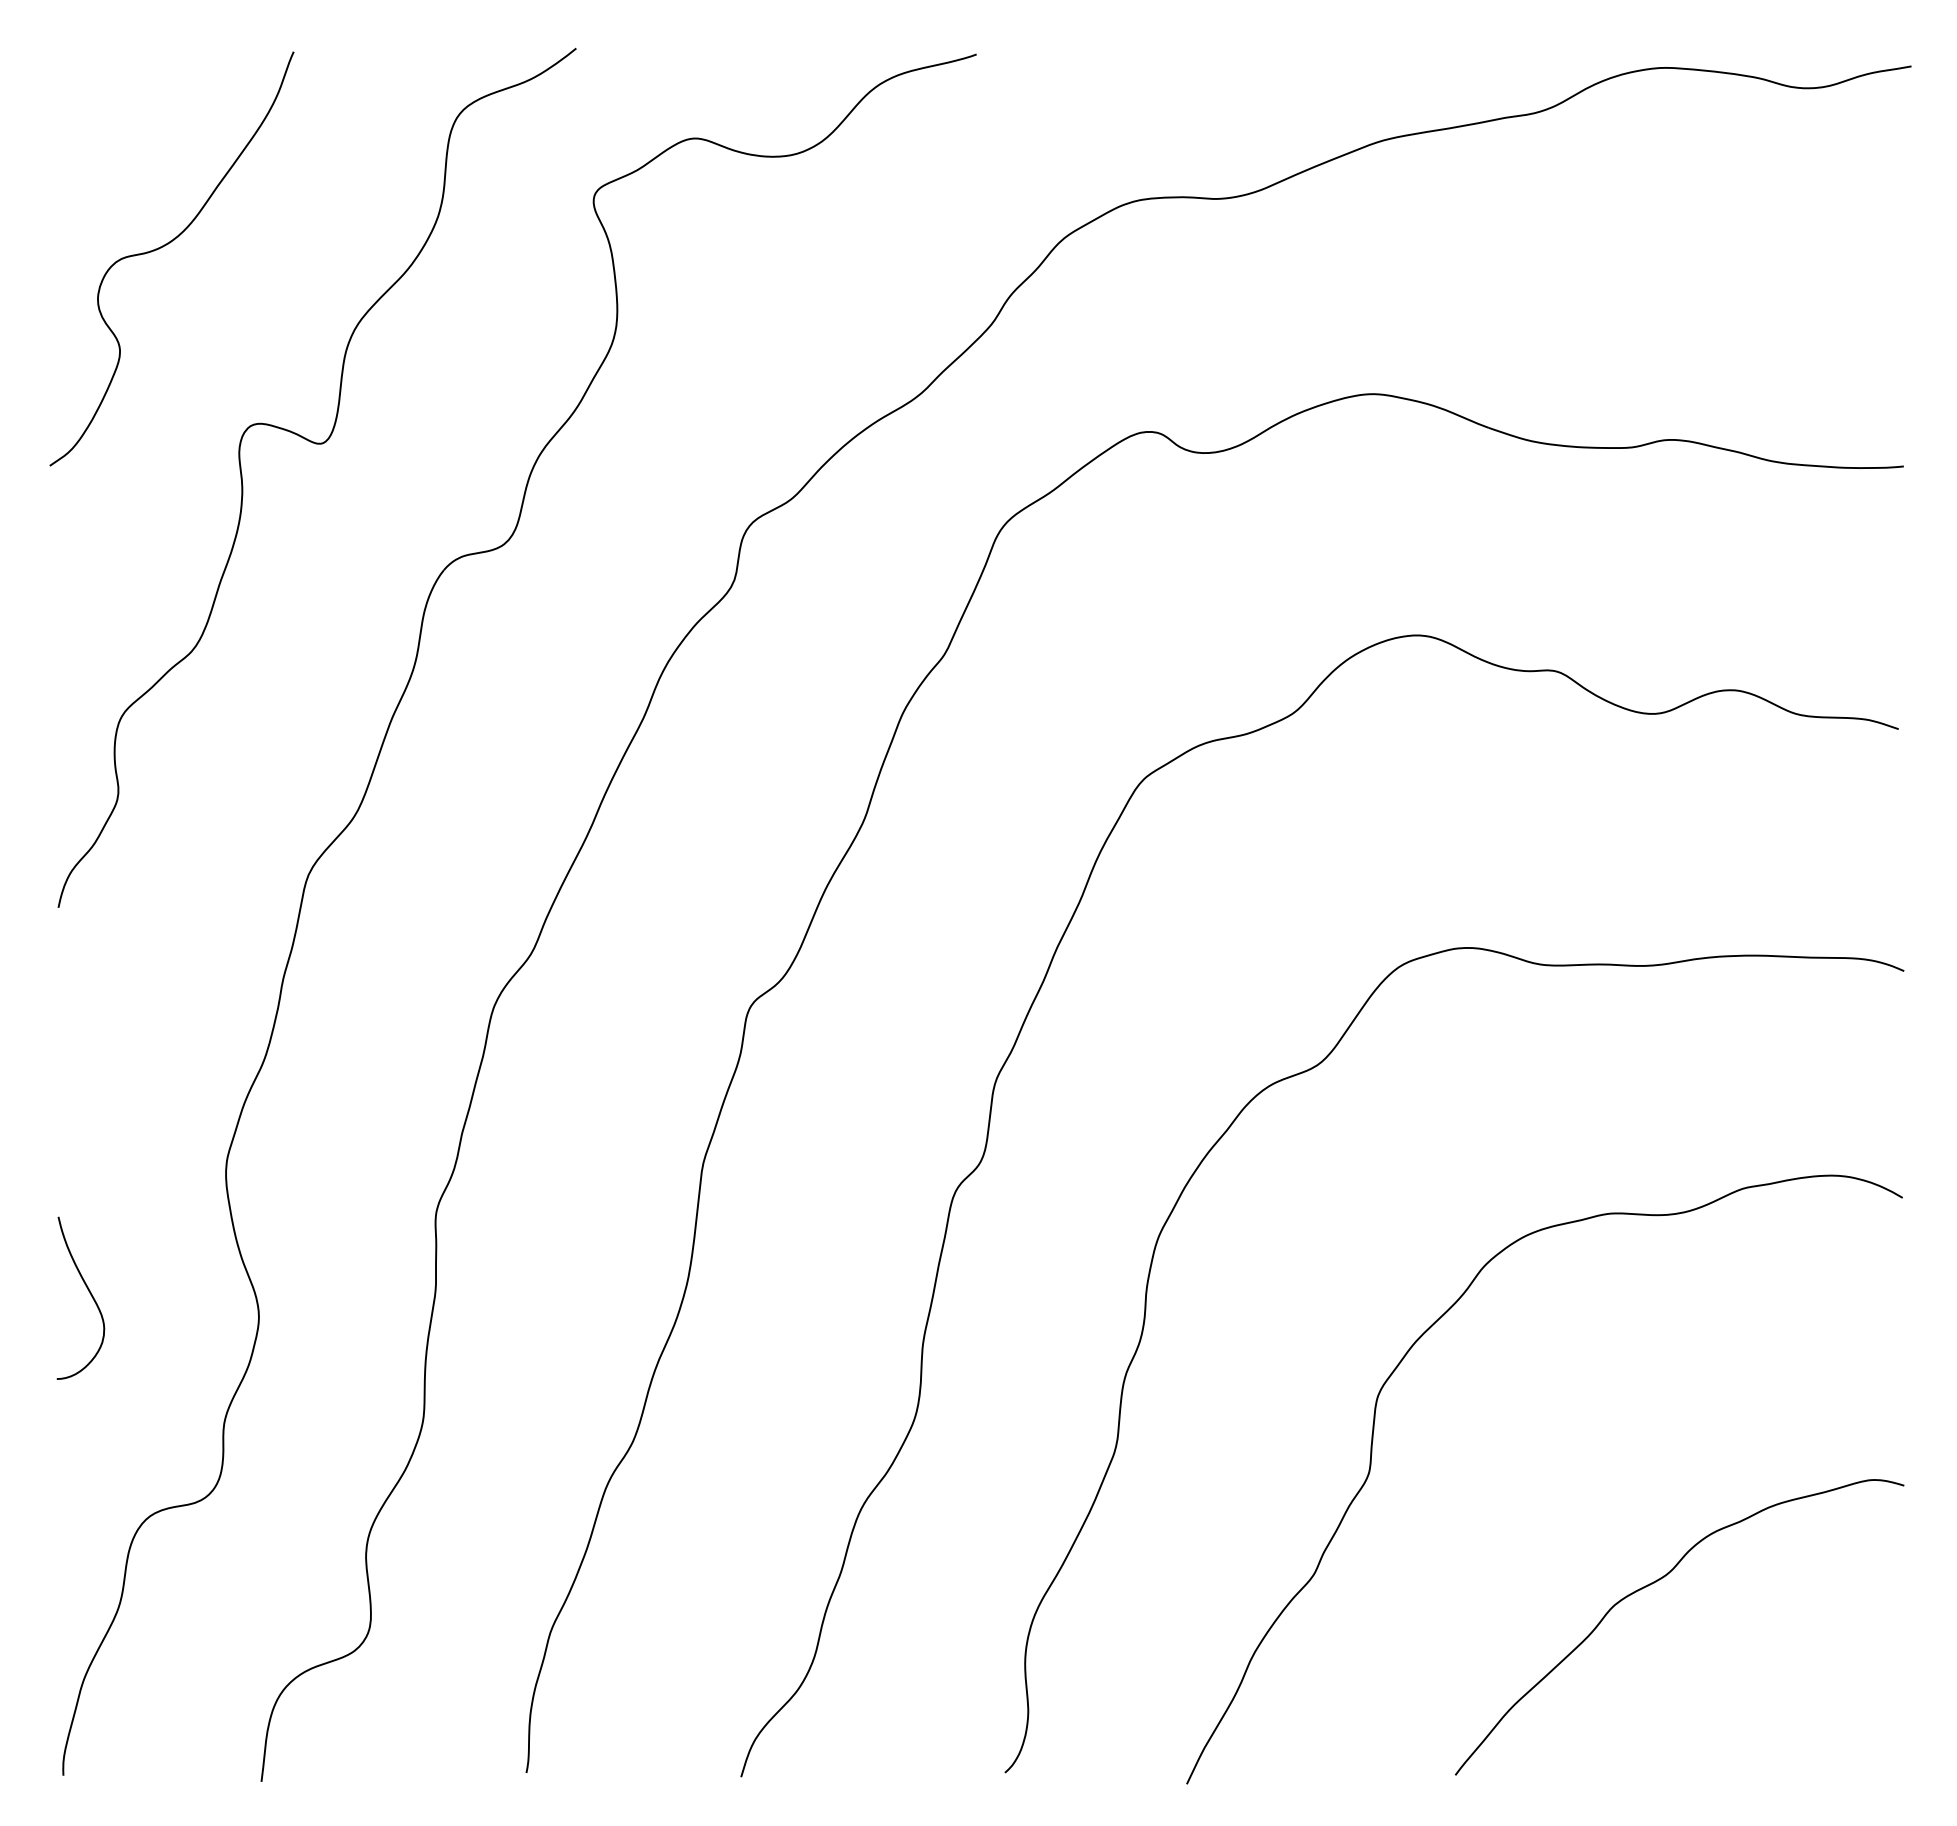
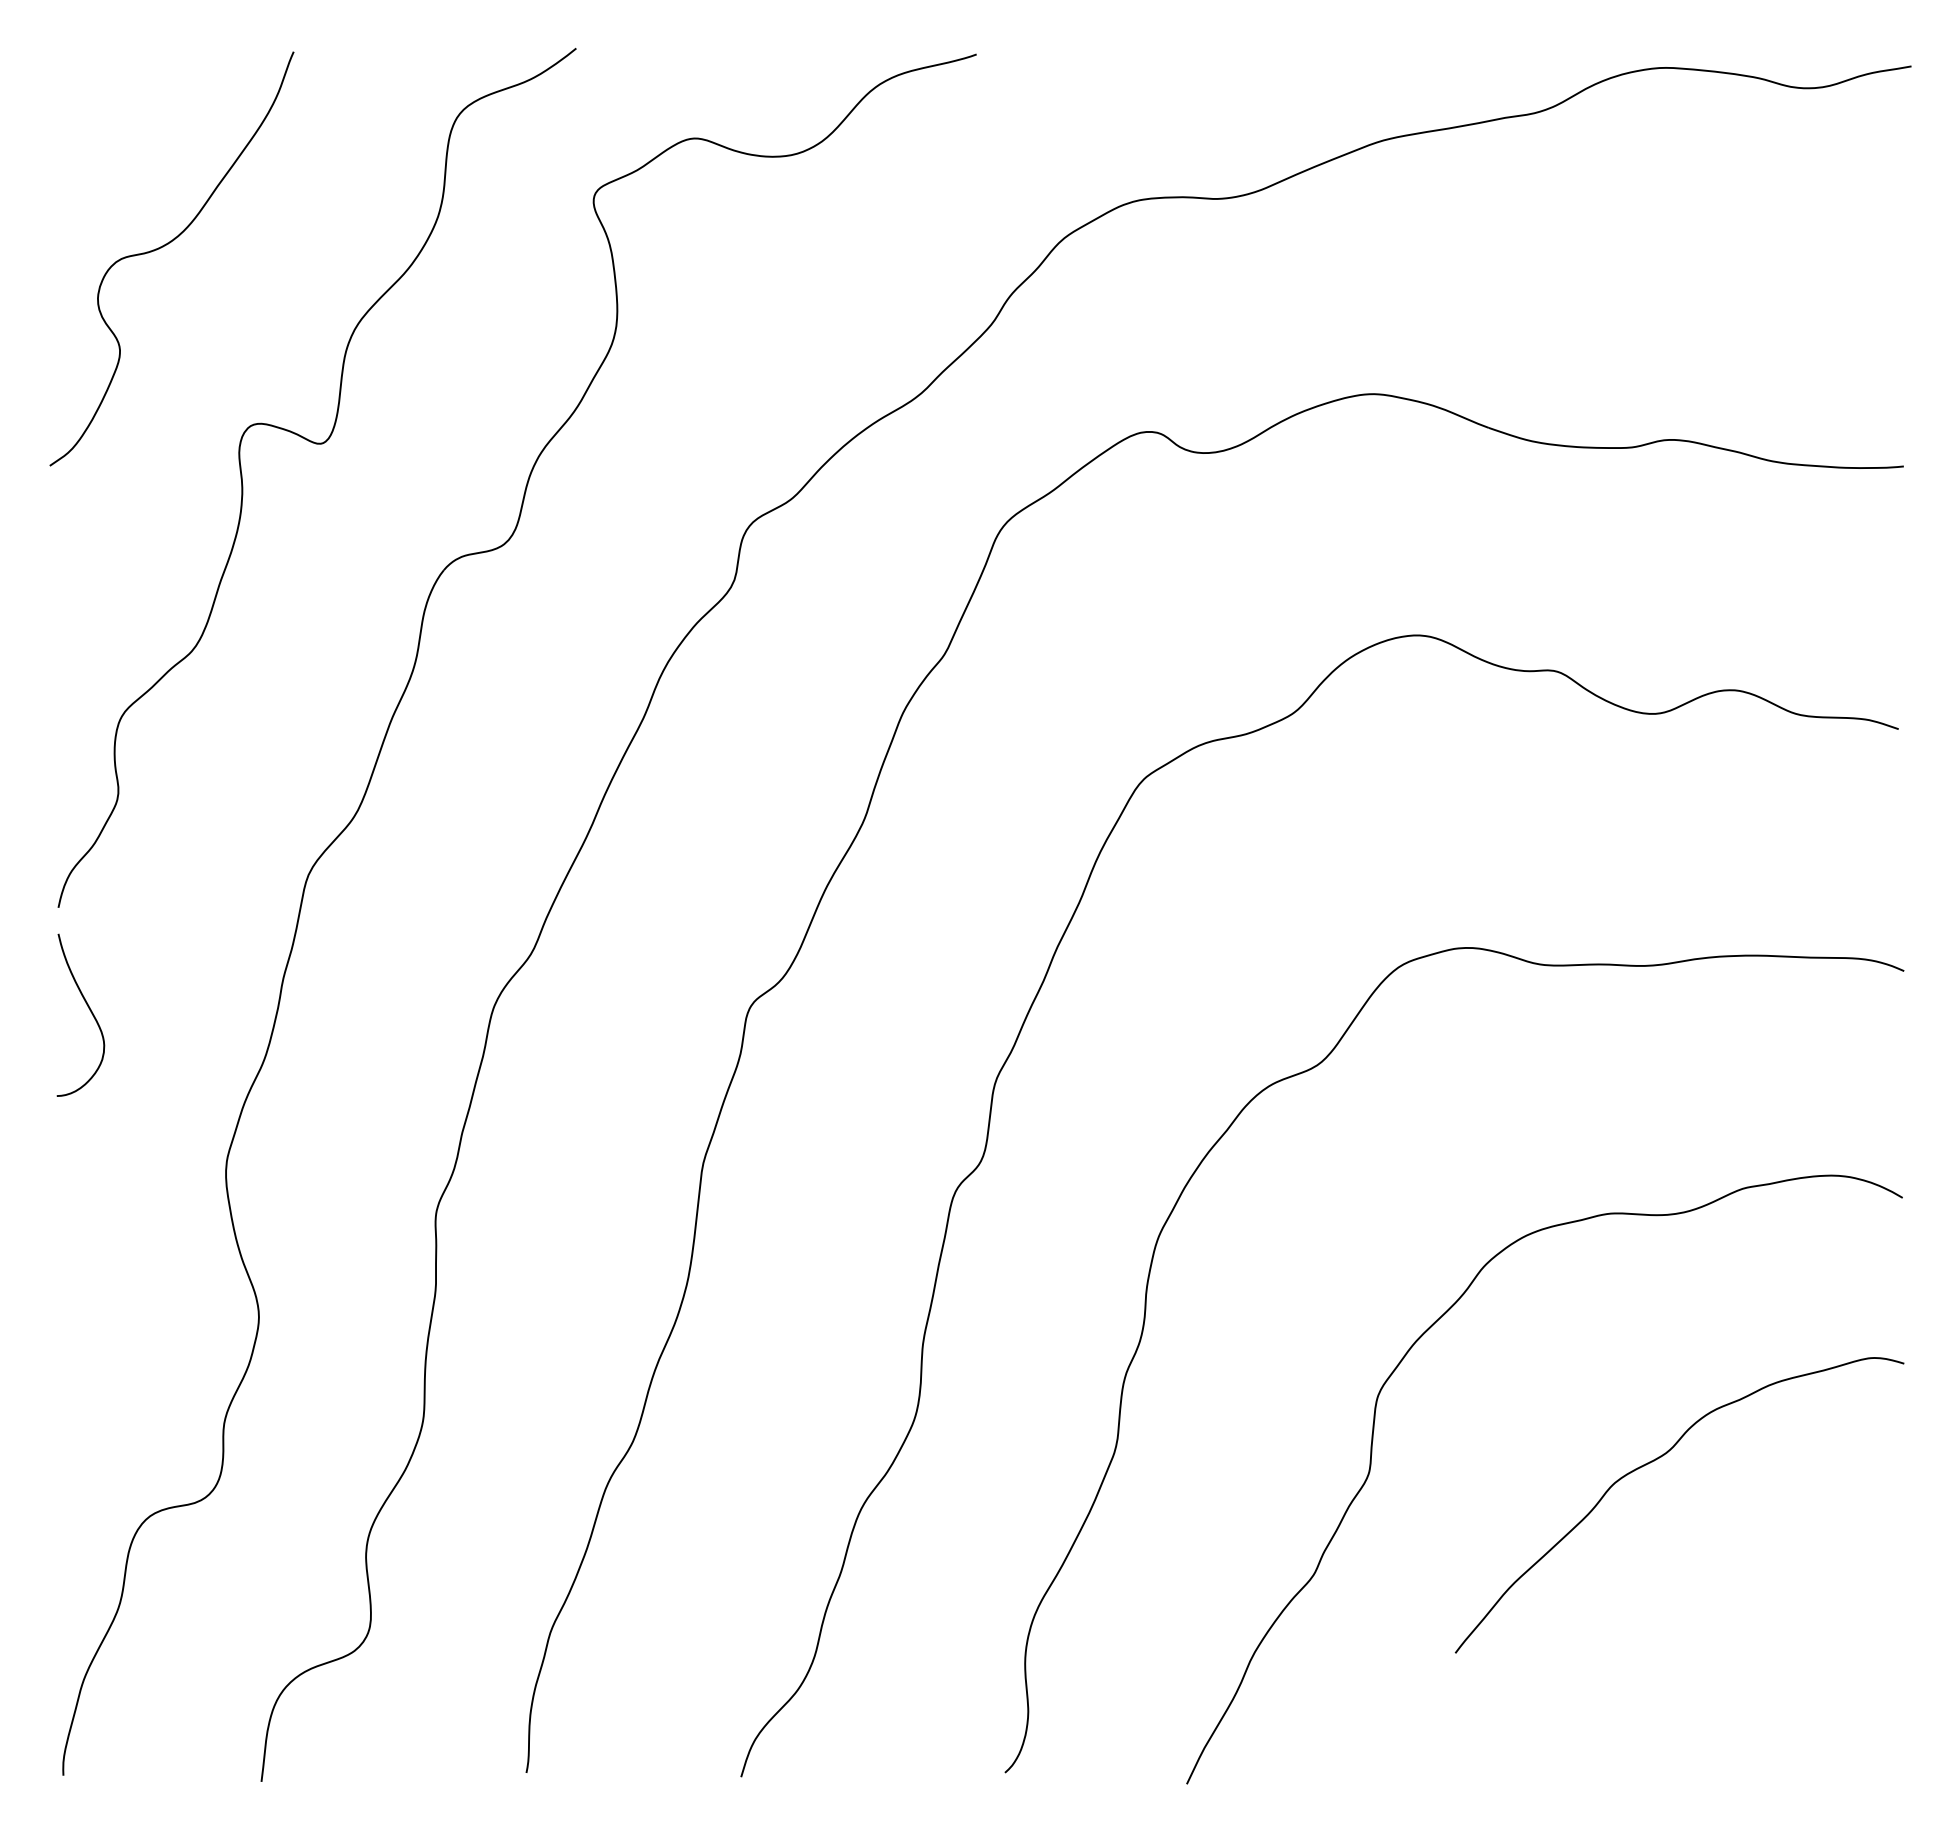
curve at (89, 1293) position: (89, 1293) -> (89, 1010)
curve at (1656, 1582) position: (1656, 1582) -> (1656, 1460)
